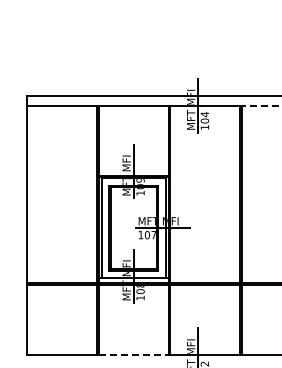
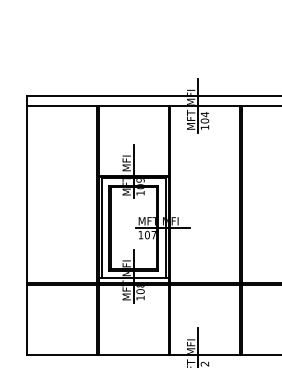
line at (261, 106): dashed -> solid
line at (133, 354): dashed -> solid
